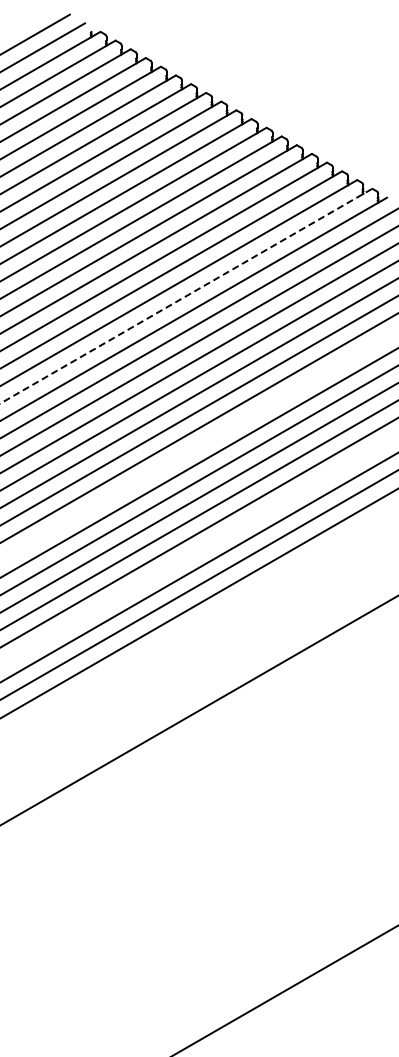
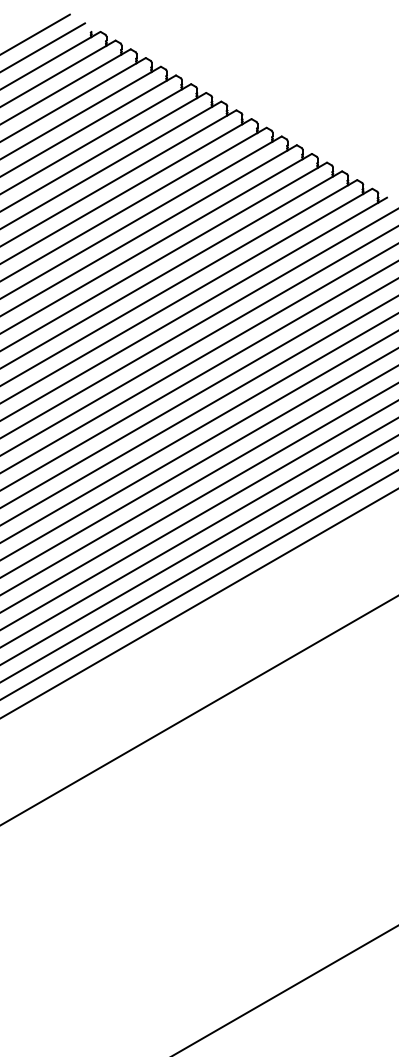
line at (185, 296): dashed -> solid
line at (198, 445): none -> present
line at (198, 549): none -> present
